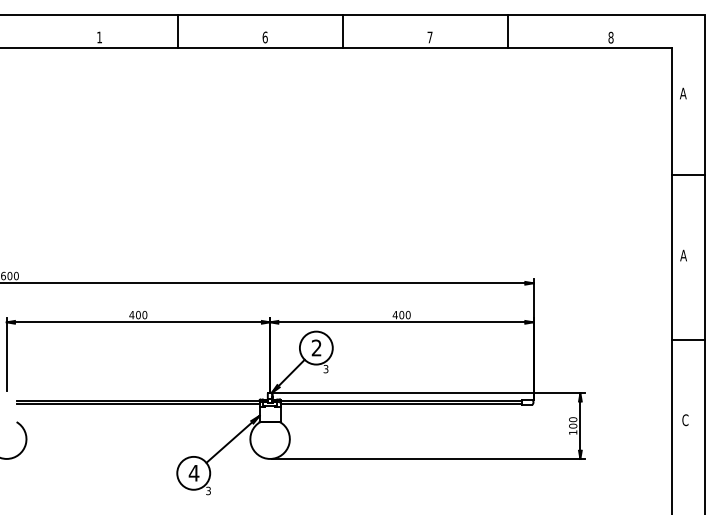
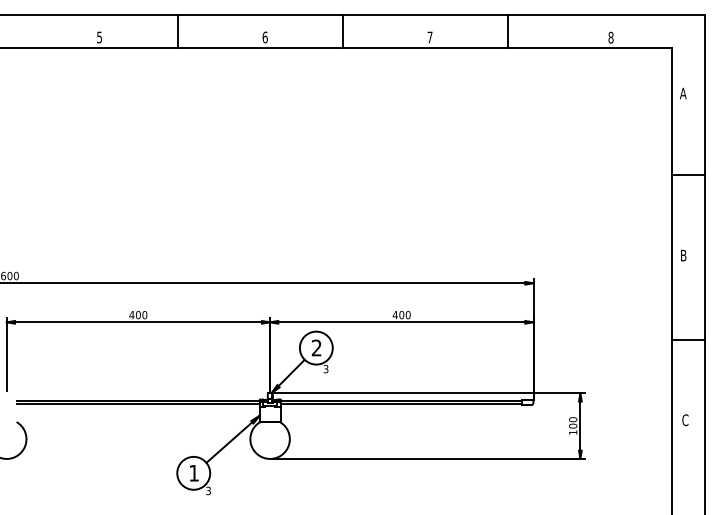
text at (99, 37): 1 -> 5
text at (683, 255): A -> B
text at (193, 473): 4 -> 1
